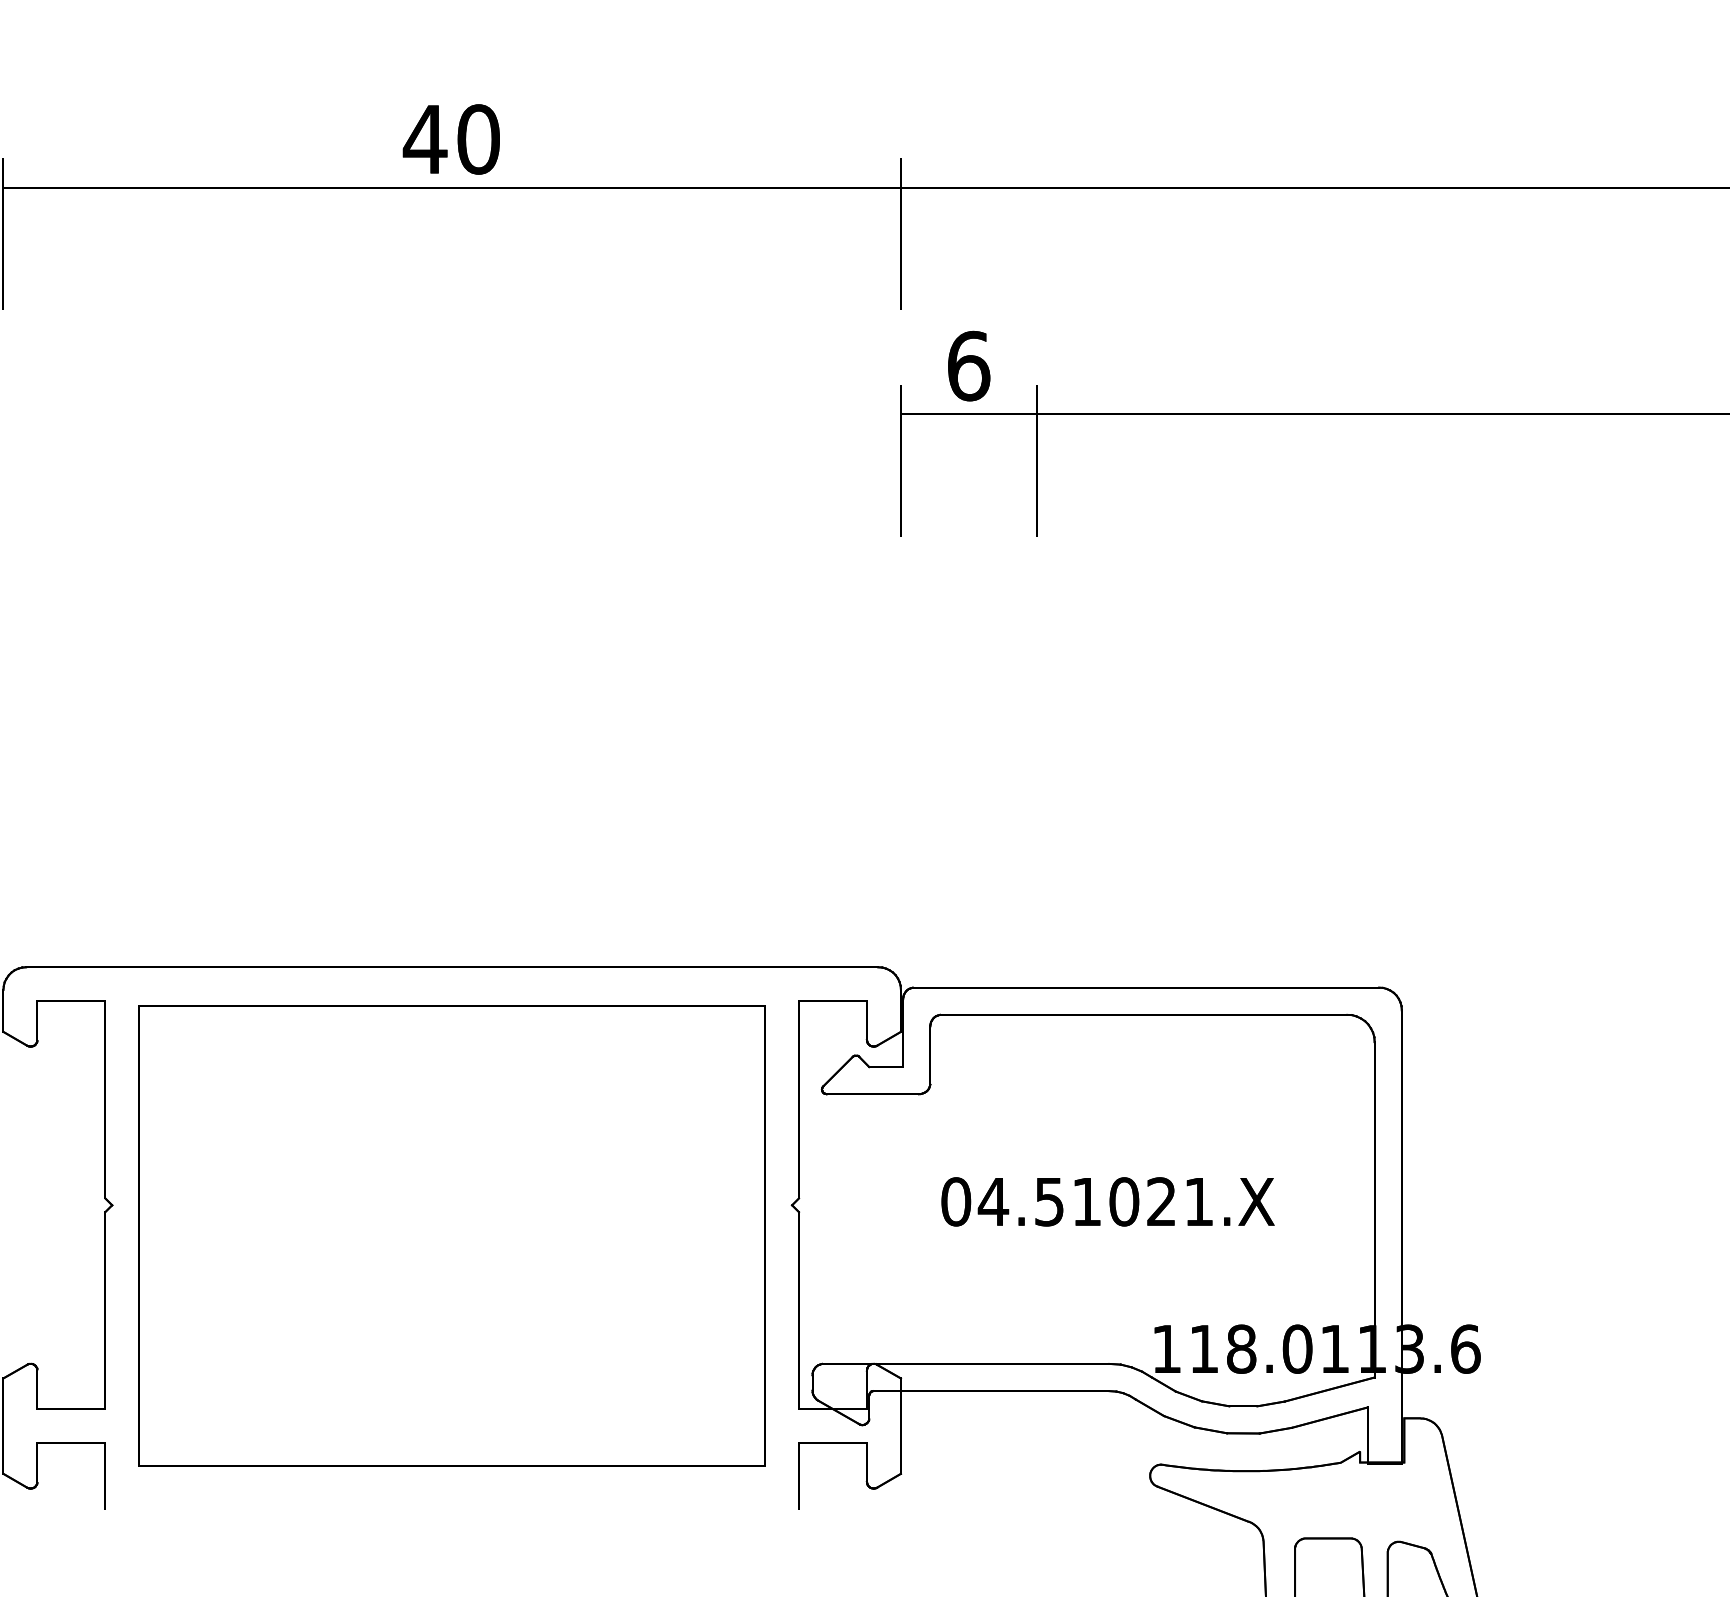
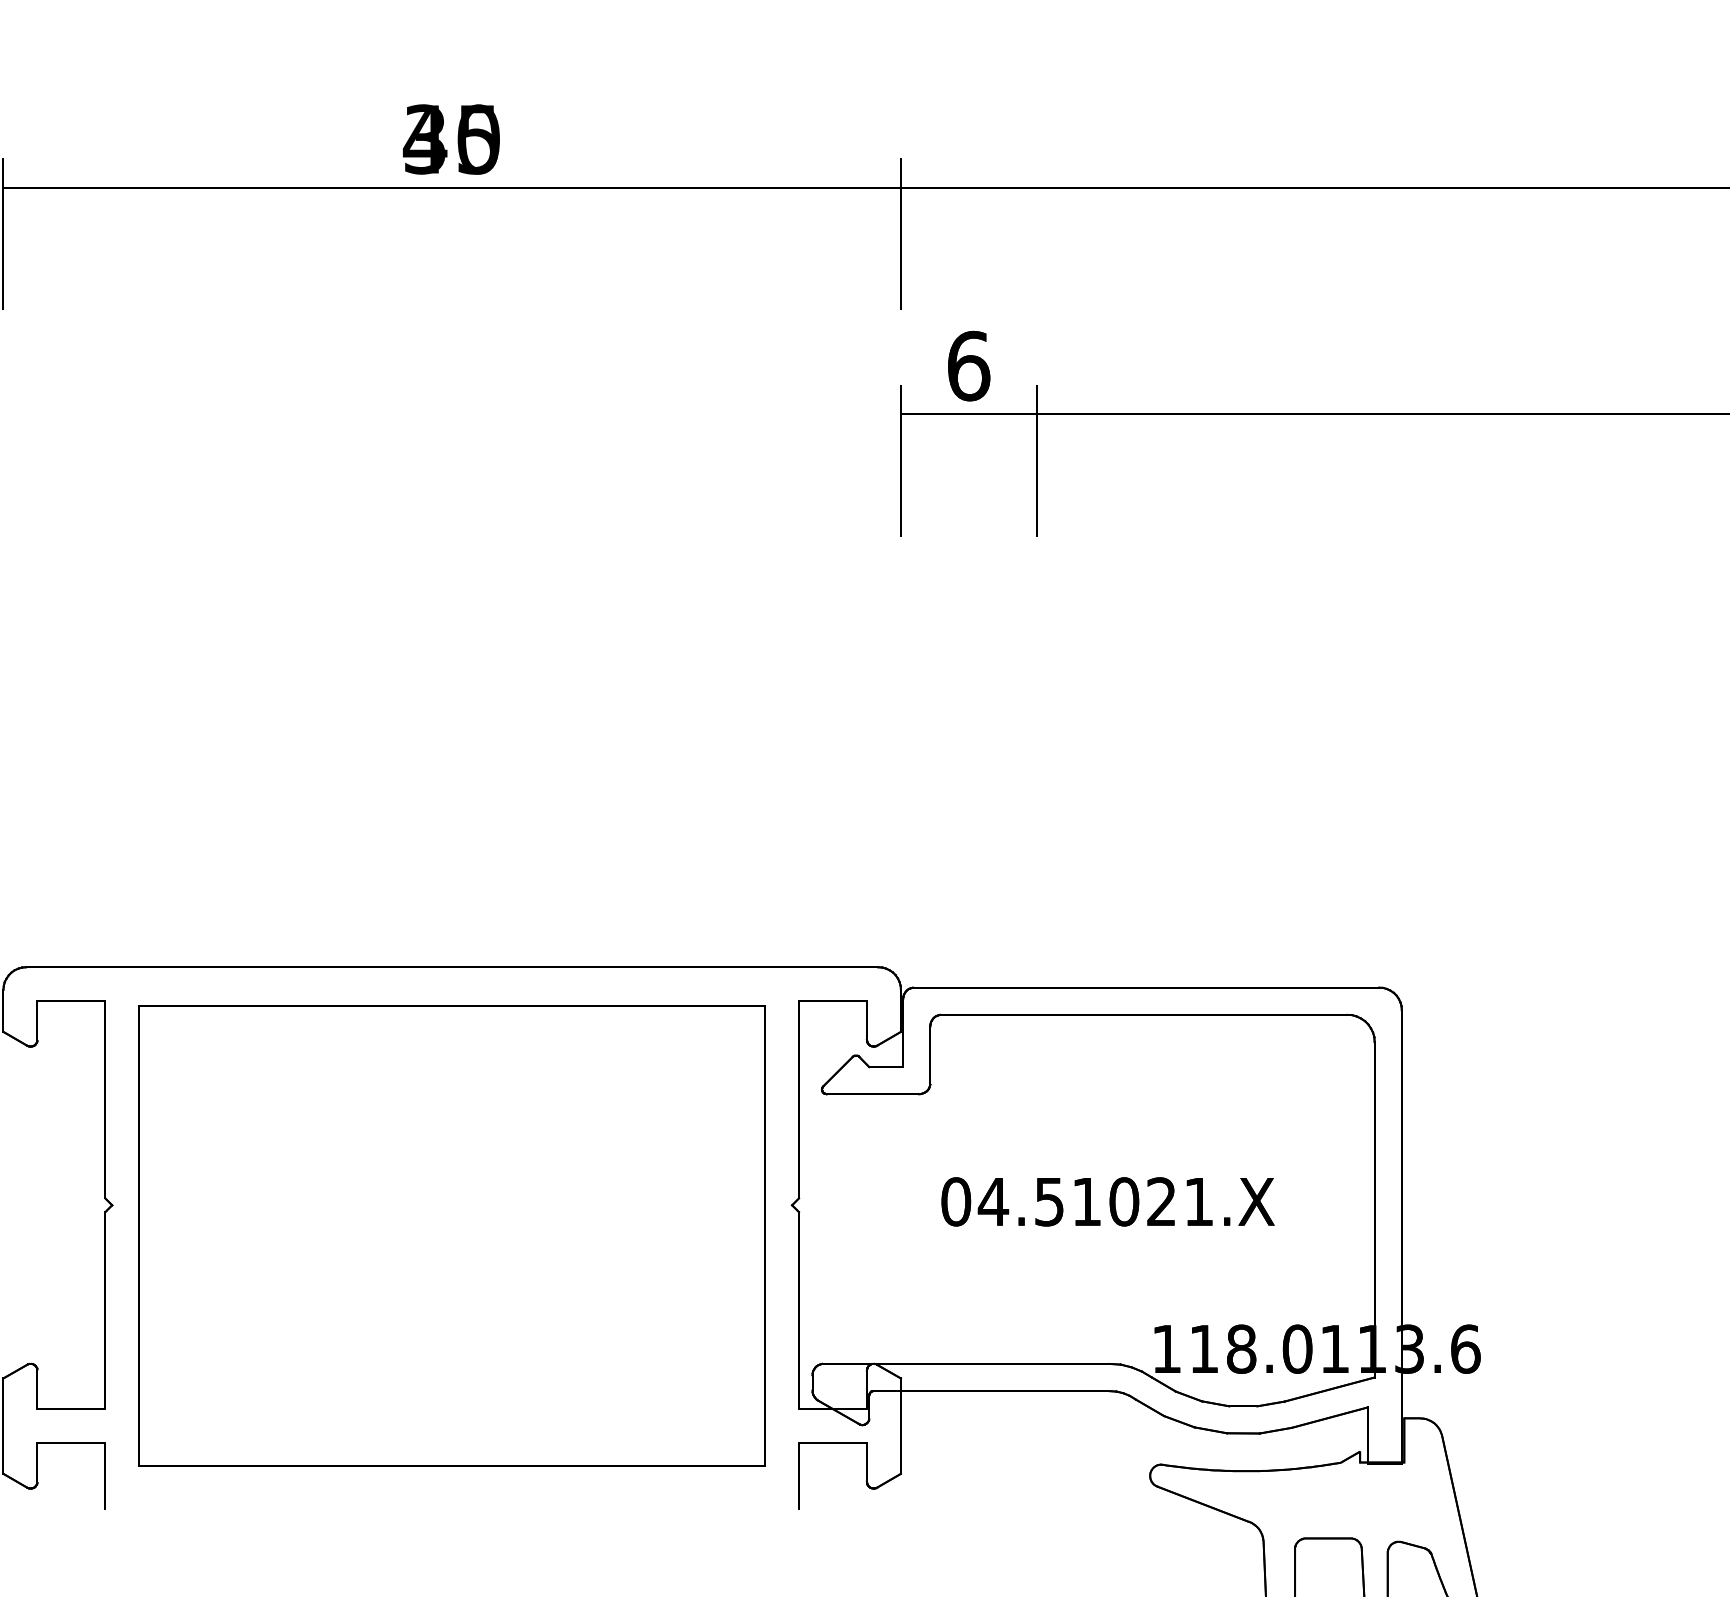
text at (451, 139): 40 -> 35
